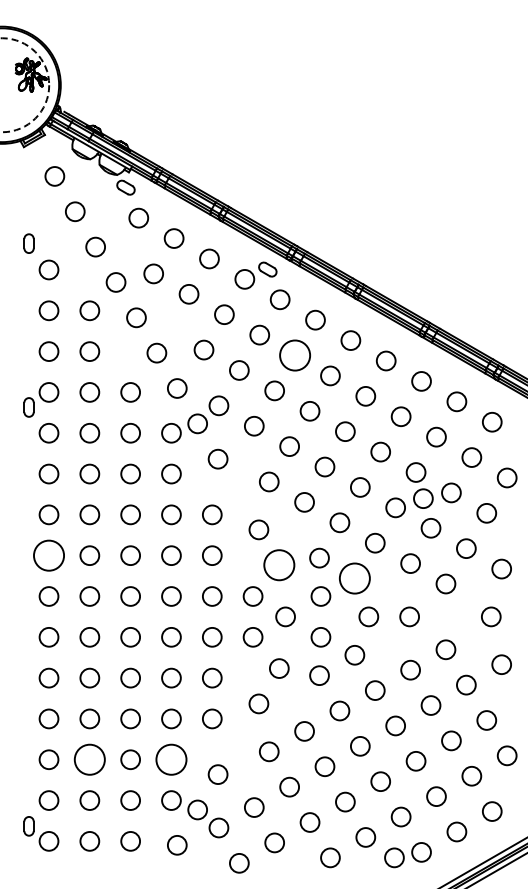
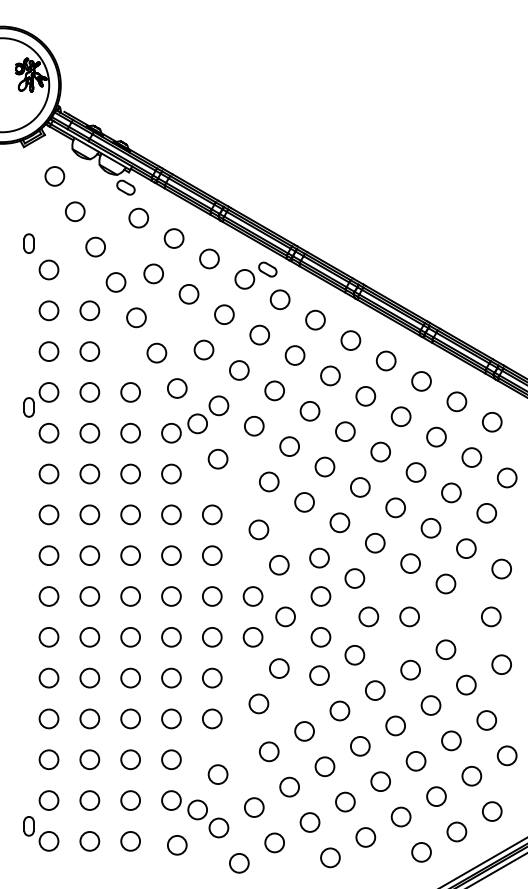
circle at (24, 85): dashed -> solid
circle at (295, 355) diameter: 30 px -> 19 px
circle at (423, 498): present -> none
circle at (48, 555) diameter: 30 px -> 19 px
circle at (279, 565) diameter: 30 px -> 19 px
circle at (354, 578) diameter: 30 px -> 19 px
circle at (89, 759) diameter: 30 px -> 19 px
circle at (171, 759) diameter: 30 px -> 19 px
circle at (394, 857): present -> none
